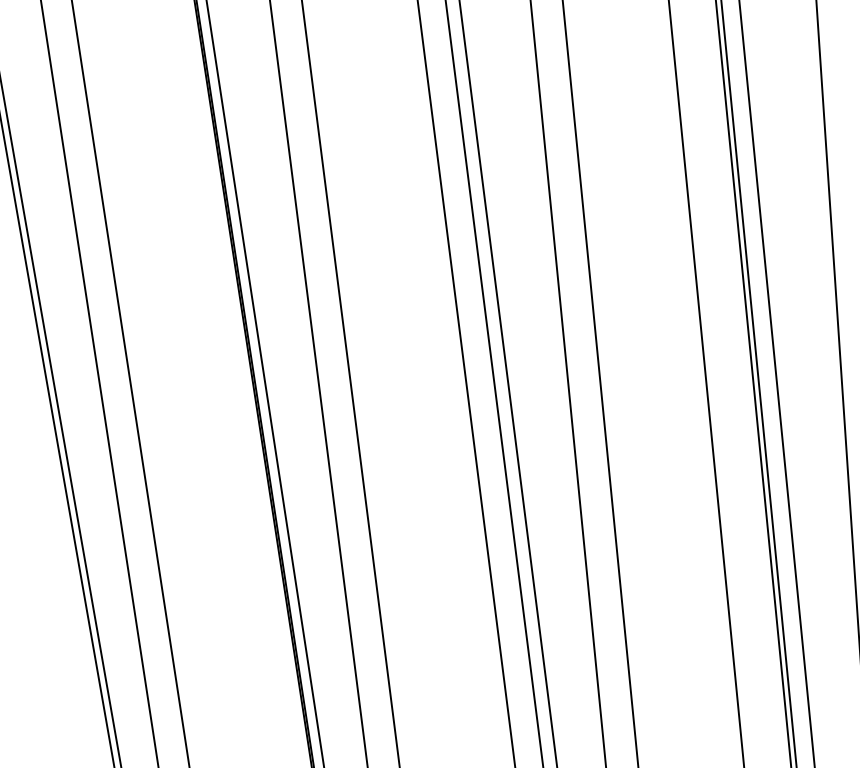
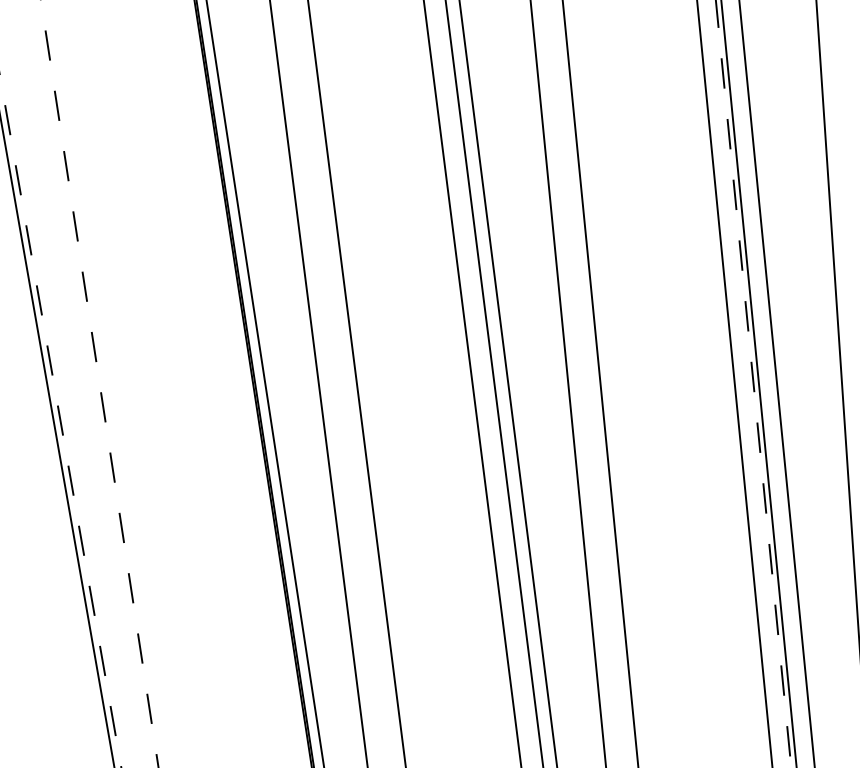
line at (130, 383): present -> none
line at (350, 383) position: (350, 383) -> (356, 383)
line at (465, 383) position: (465, 383) -> (472, 383)
line at (706, 383) position: (706, 383) -> (734, 383)
line at (99, 384): solid -> dashed
line at (753, 384): solid -> dashed
line at (60, 422): solid -> dashed
